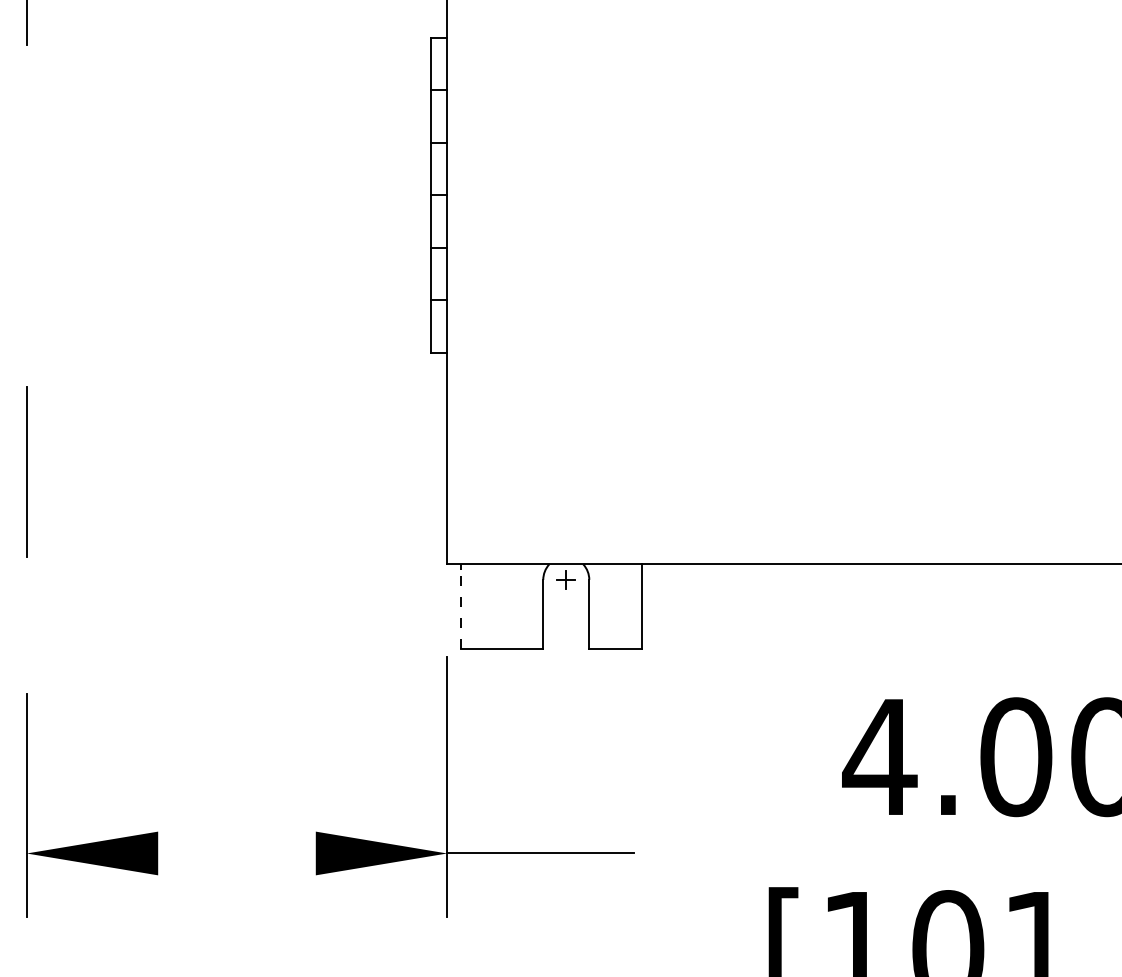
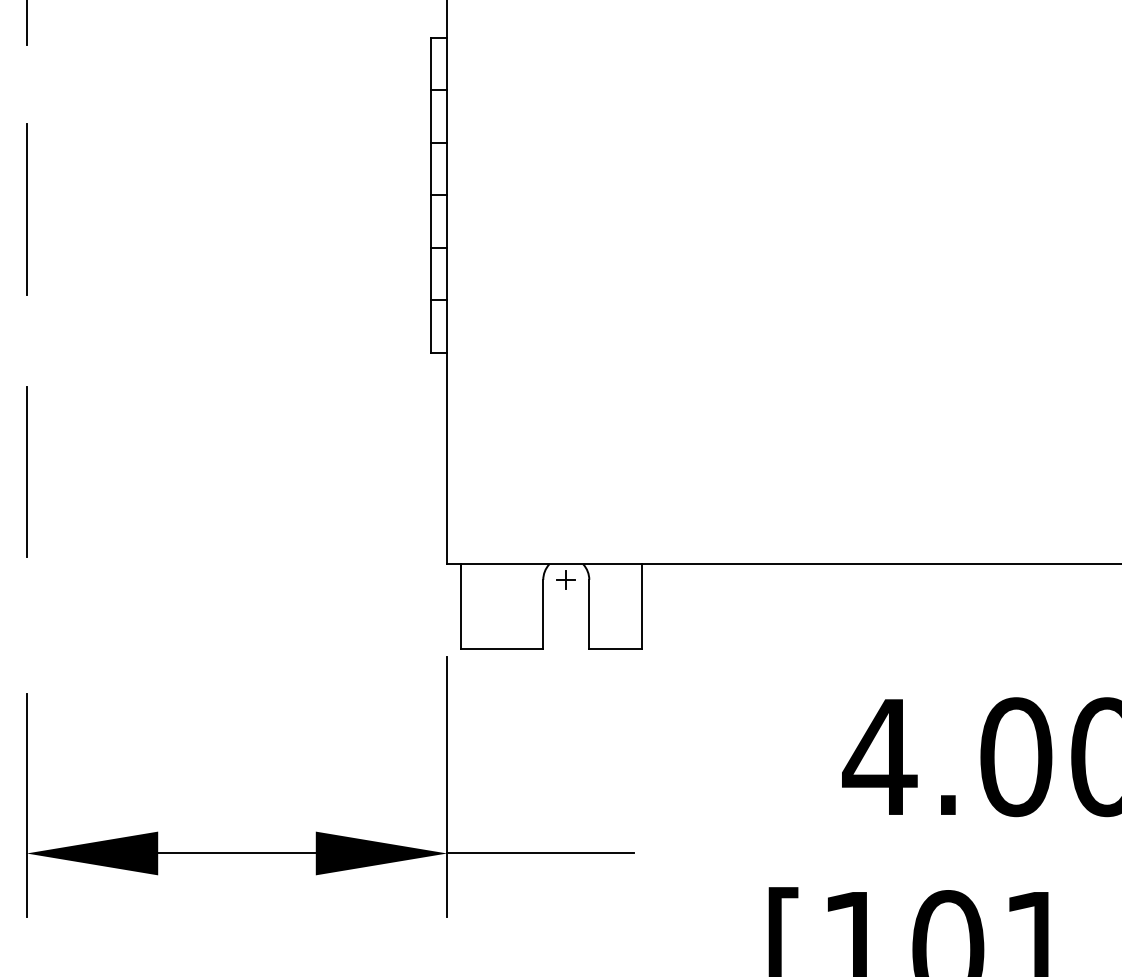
line at (26, 209): none -> present
line at (461, 606): dashed -> solid
line at (236, 853): none -> present
